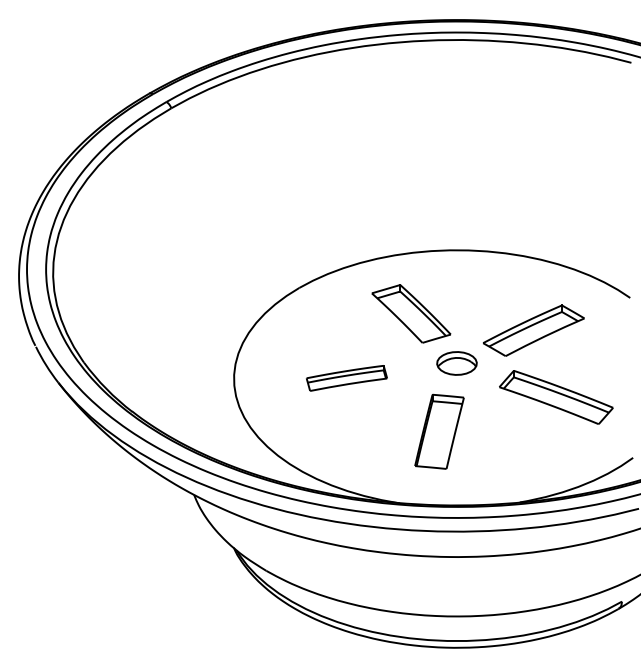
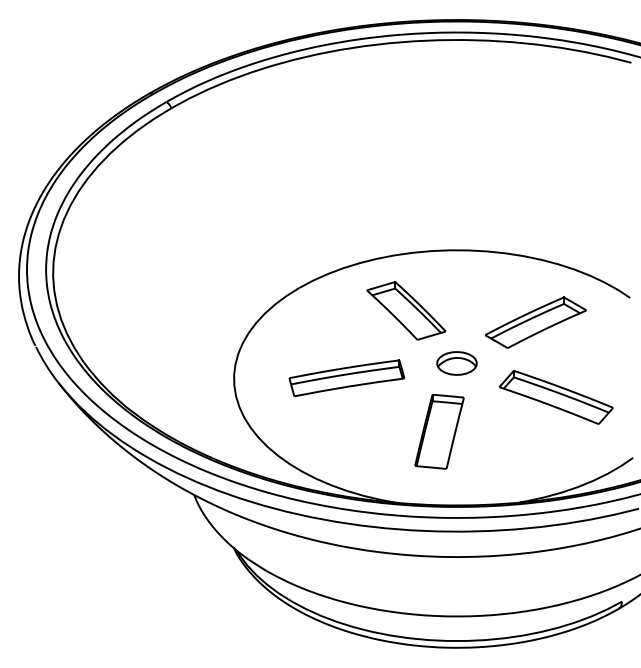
part at (411, 313) position: (411, 313) -> (406, 310)
part at (533, 330) position: (533, 330) -> (535, 322)
part at (346, 378) size: 82x27 px -> 118x39 px
